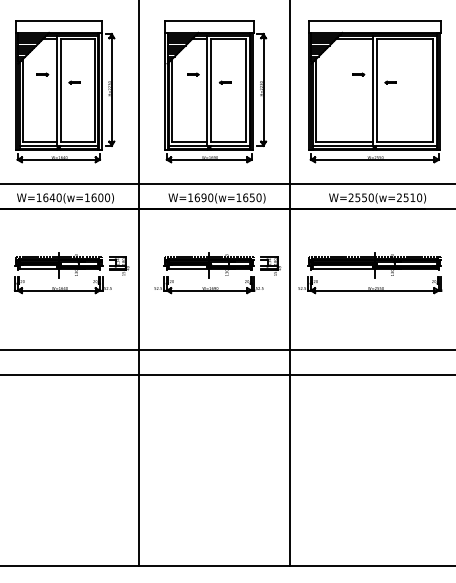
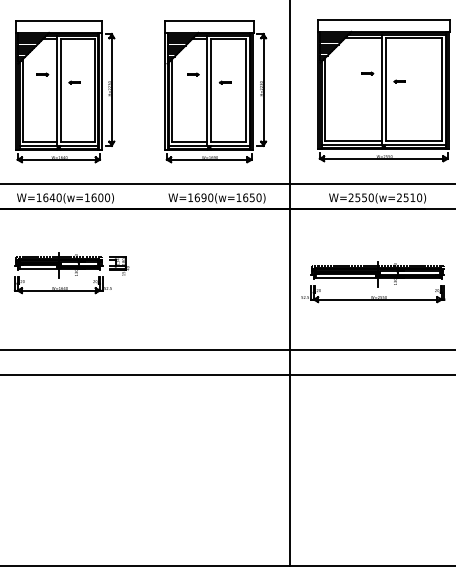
part at (374, 91) position: (374, 91) -> (383, 90)
part at (217, 273): present -> none
part at (370, 273) position: (370, 273) -> (373, 282)
line at (139, 283): present -> none
